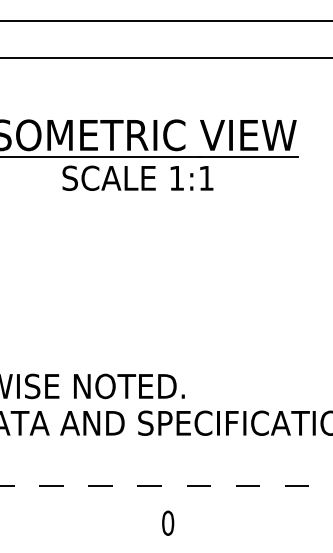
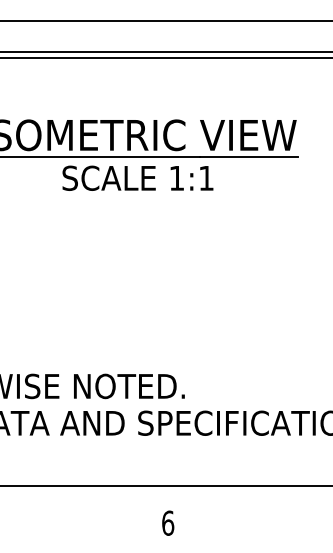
line at (165, 52): none -> present
line at (166, 486): dashed -> solid
text at (168, 522): 0 -> 6
